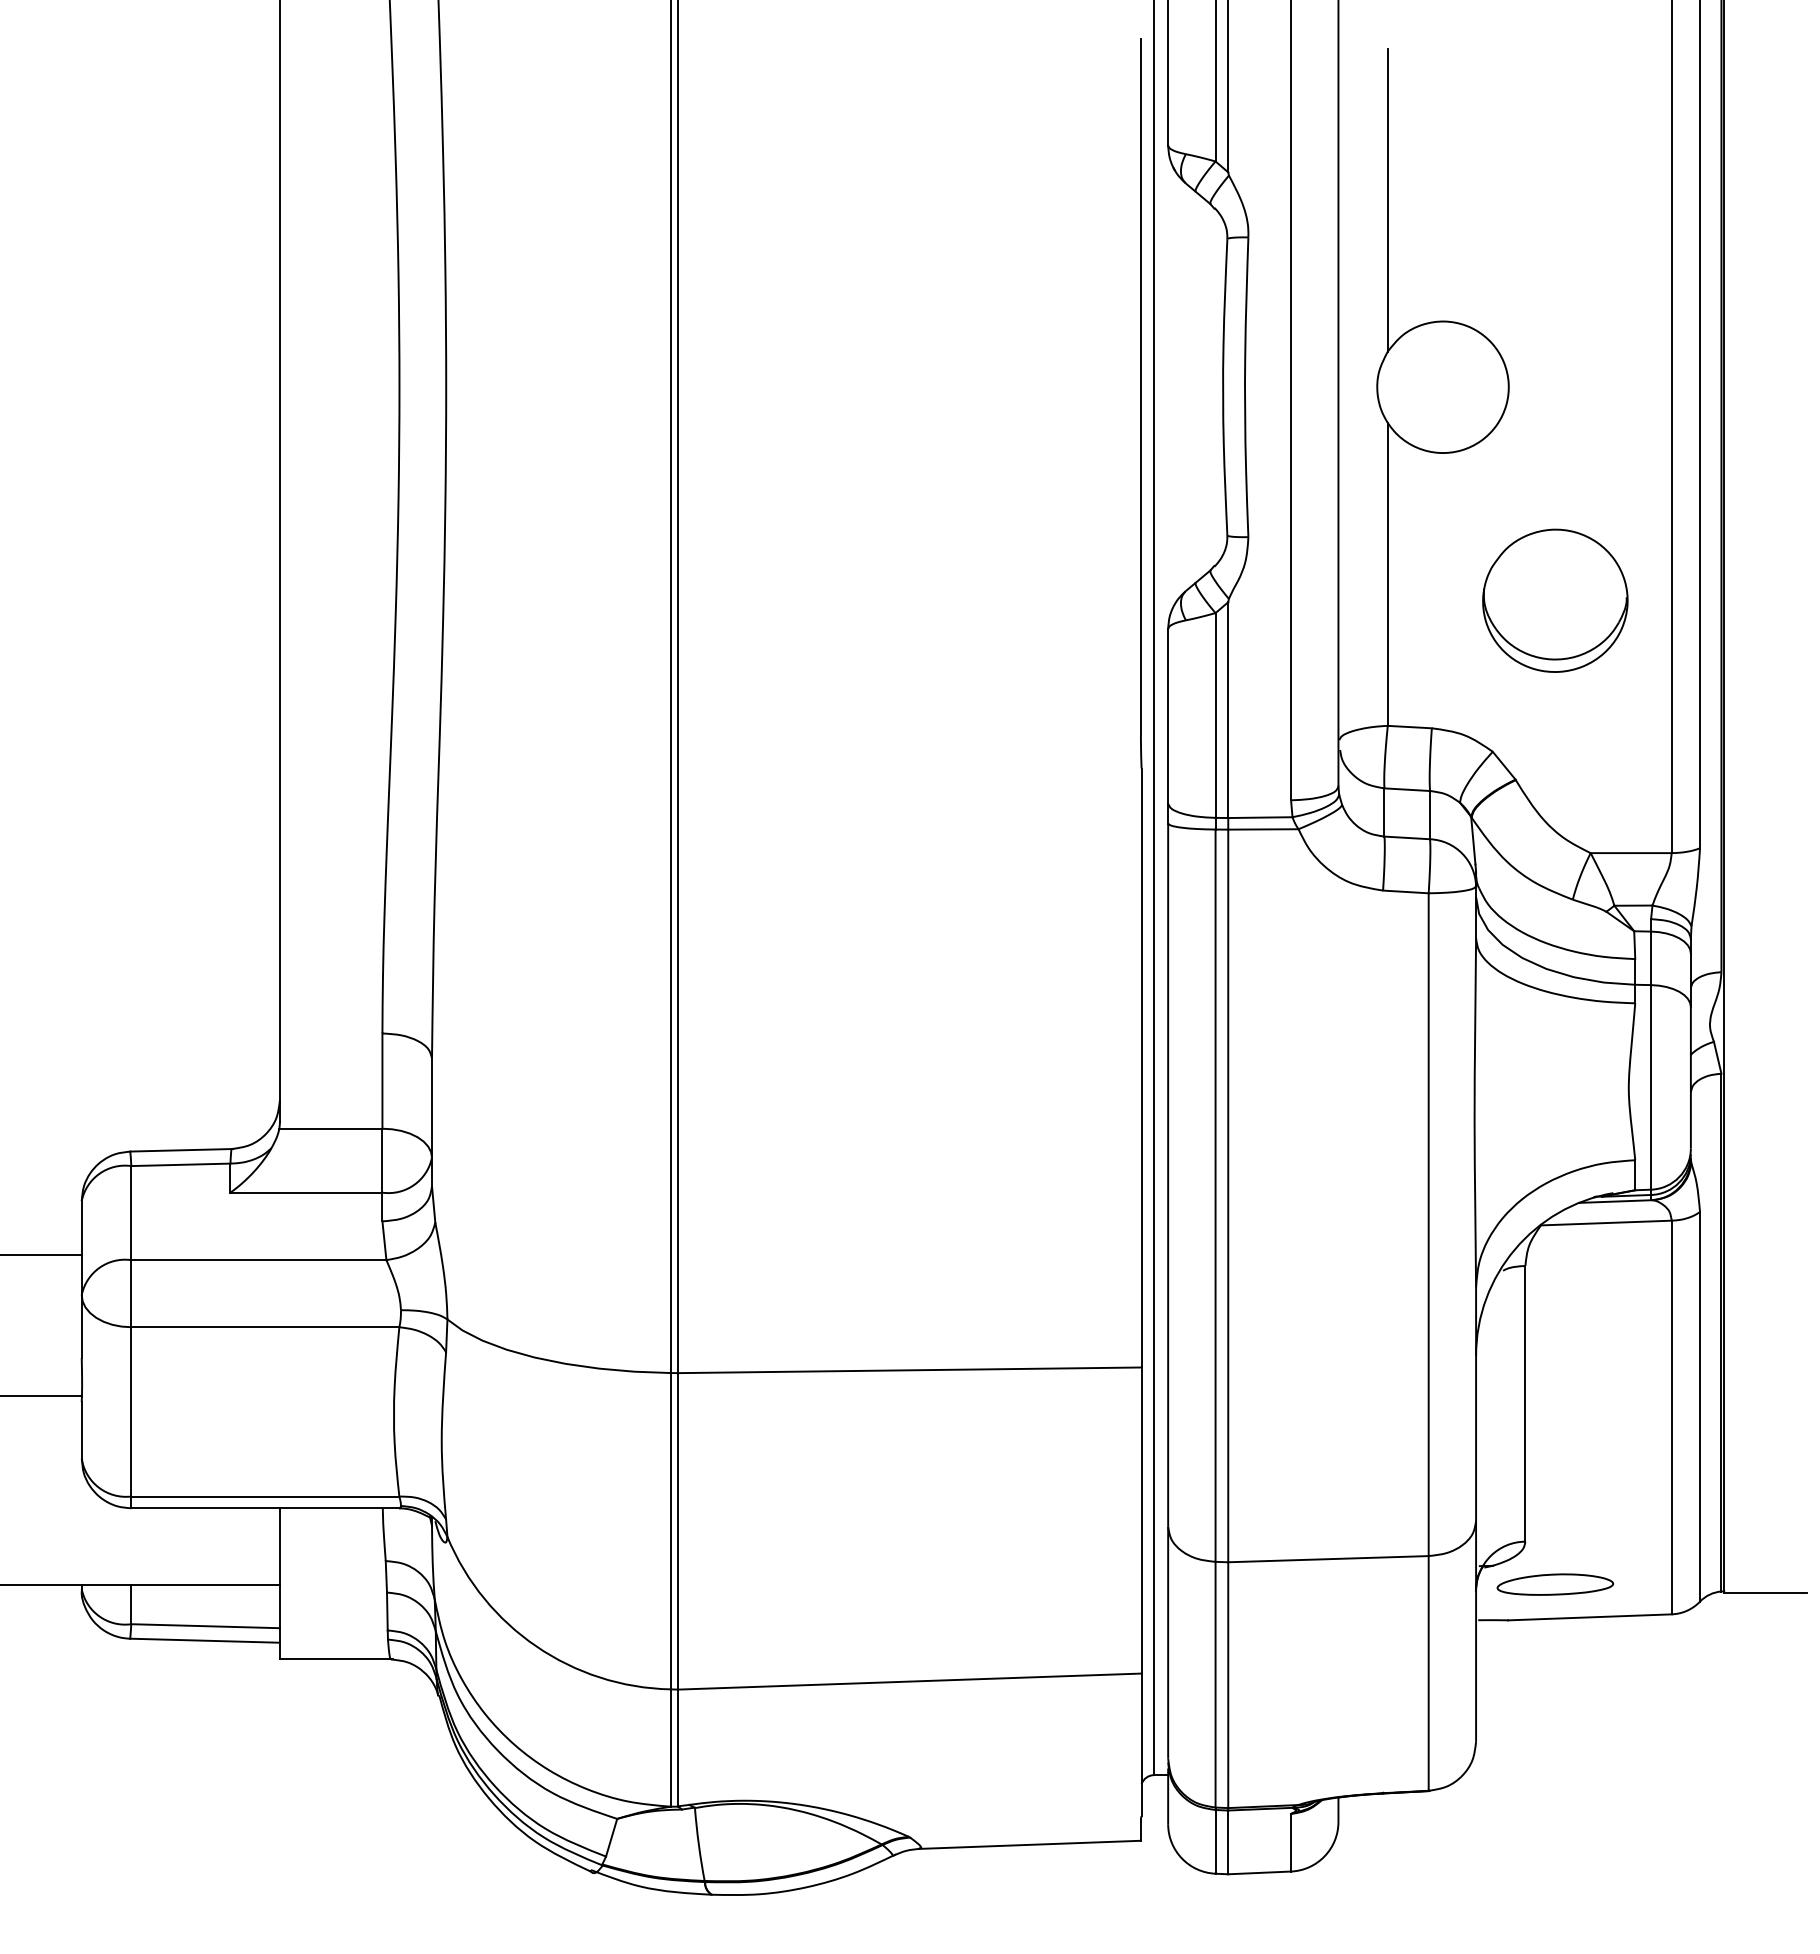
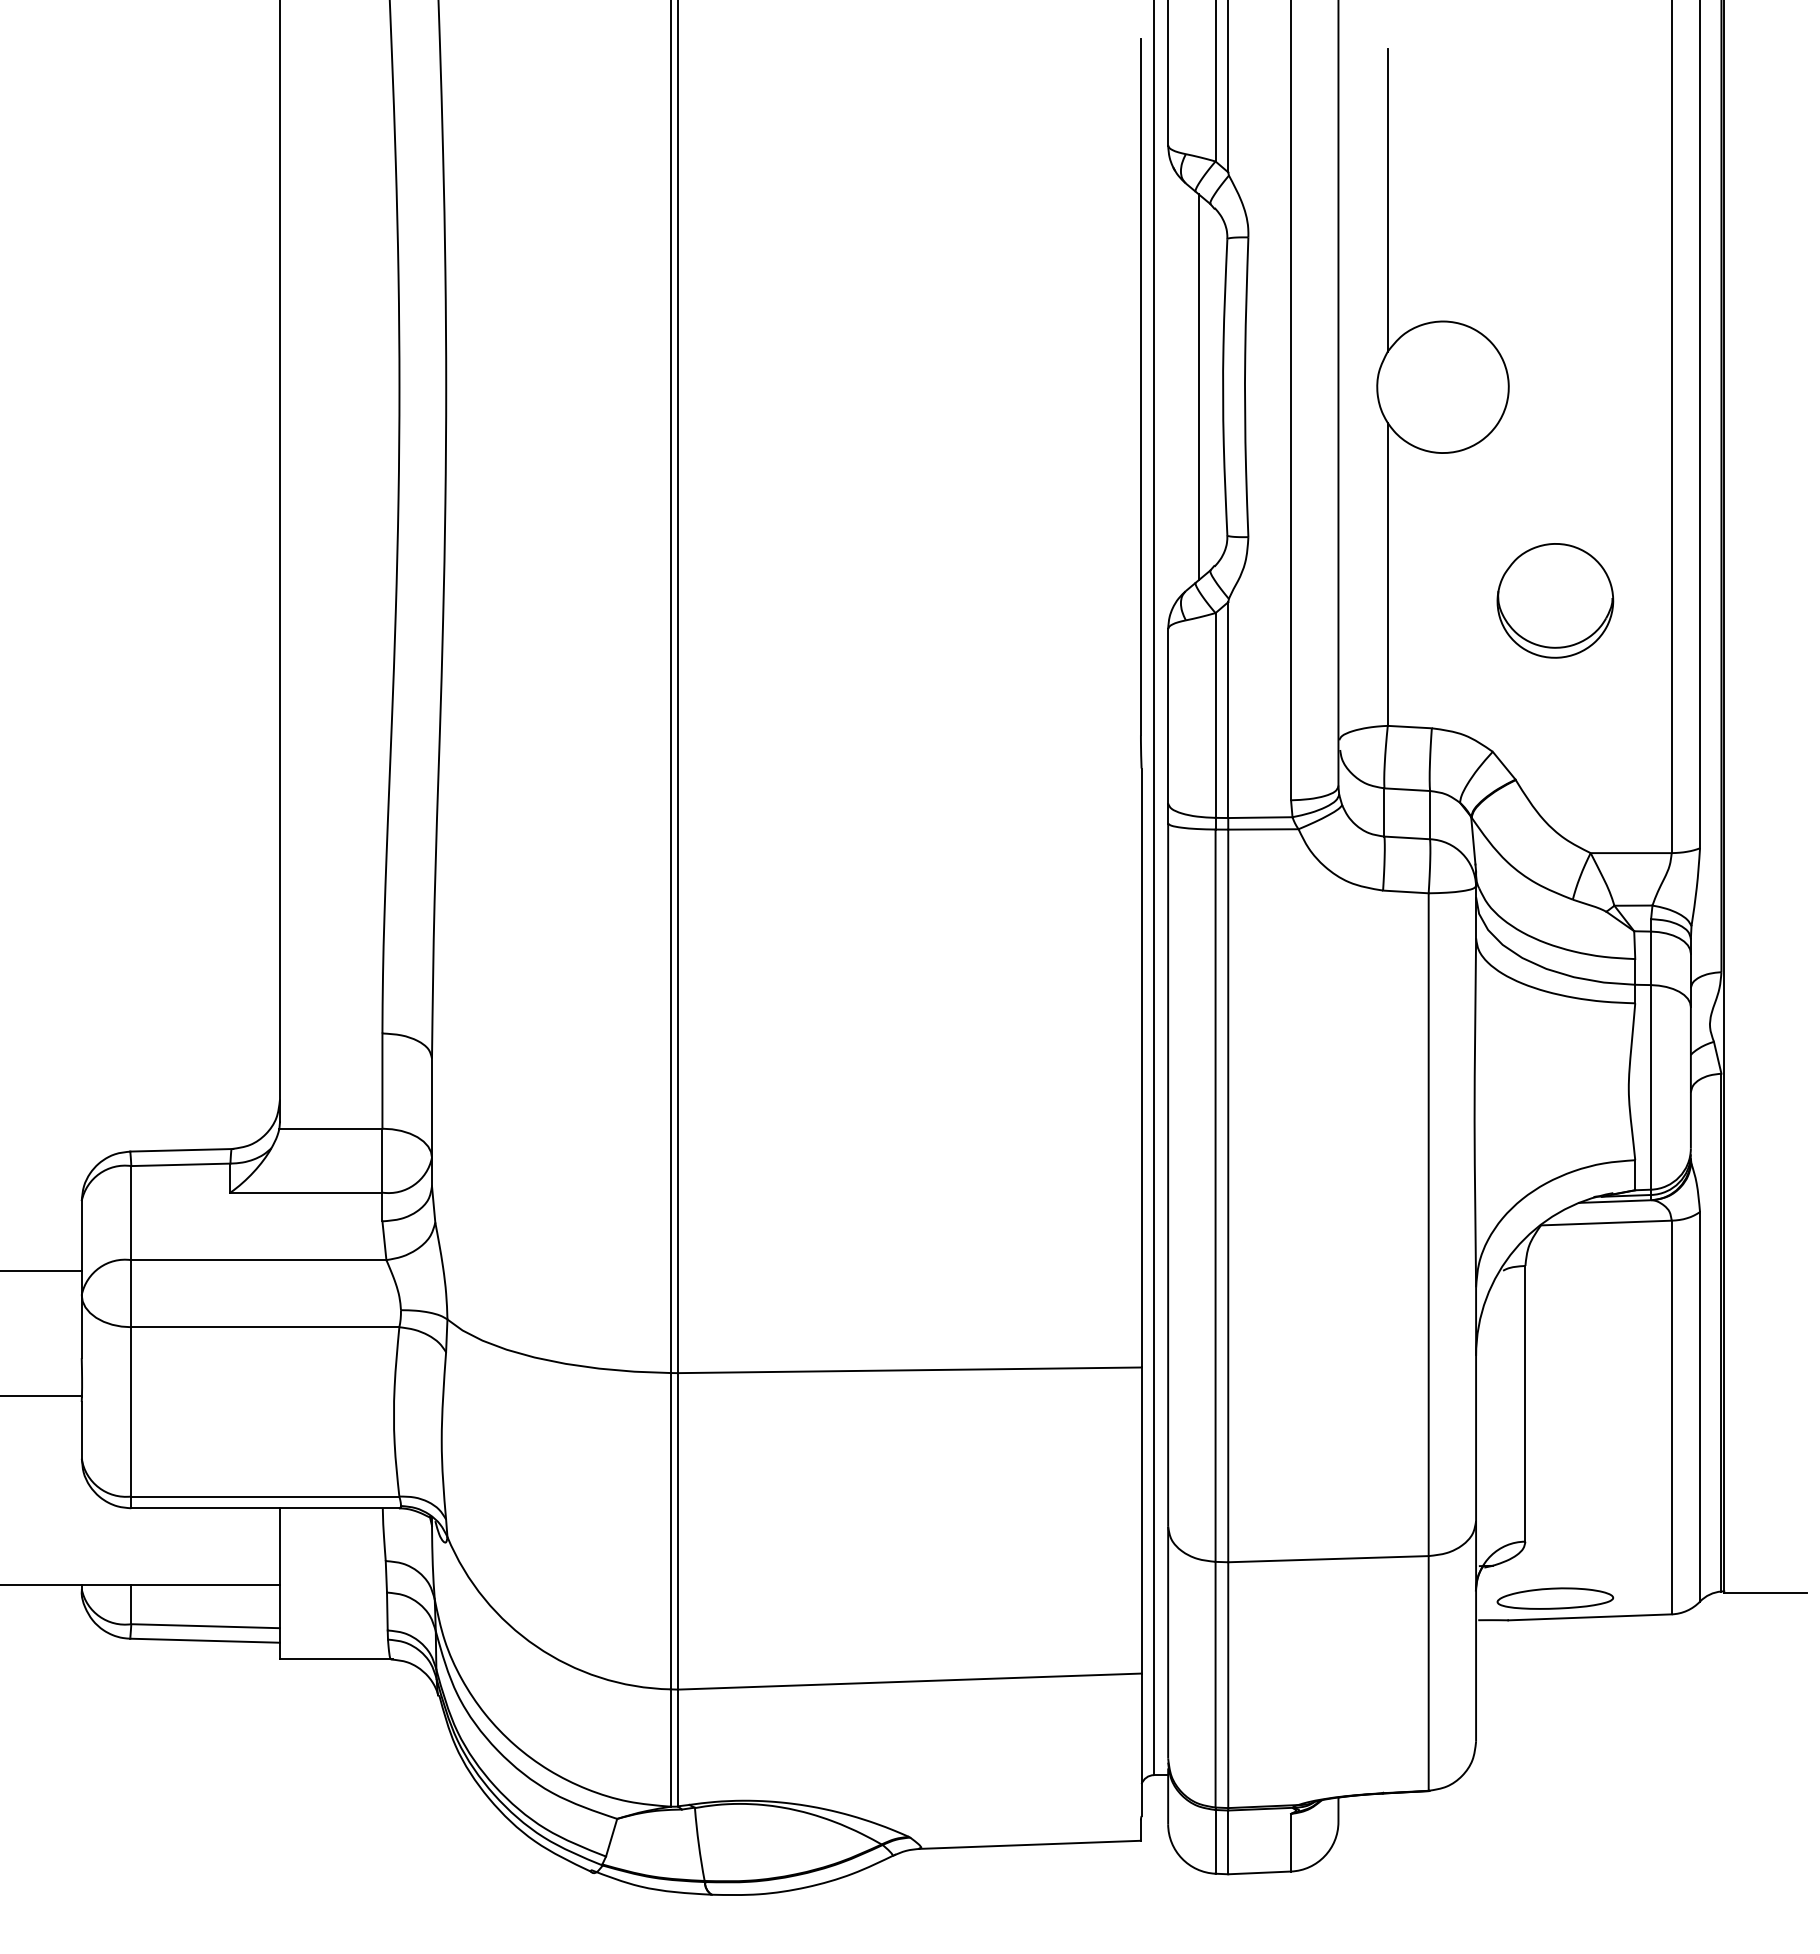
line at (1198, 386): none -> present
part at (1555, 600) size: 147x145 px -> 119x116 px
line at (41, 1254) position: (41, 1254) -> (41, 1270)
part at (1555, 1584) position: (1555, 1584) -> (1555, 1598)
